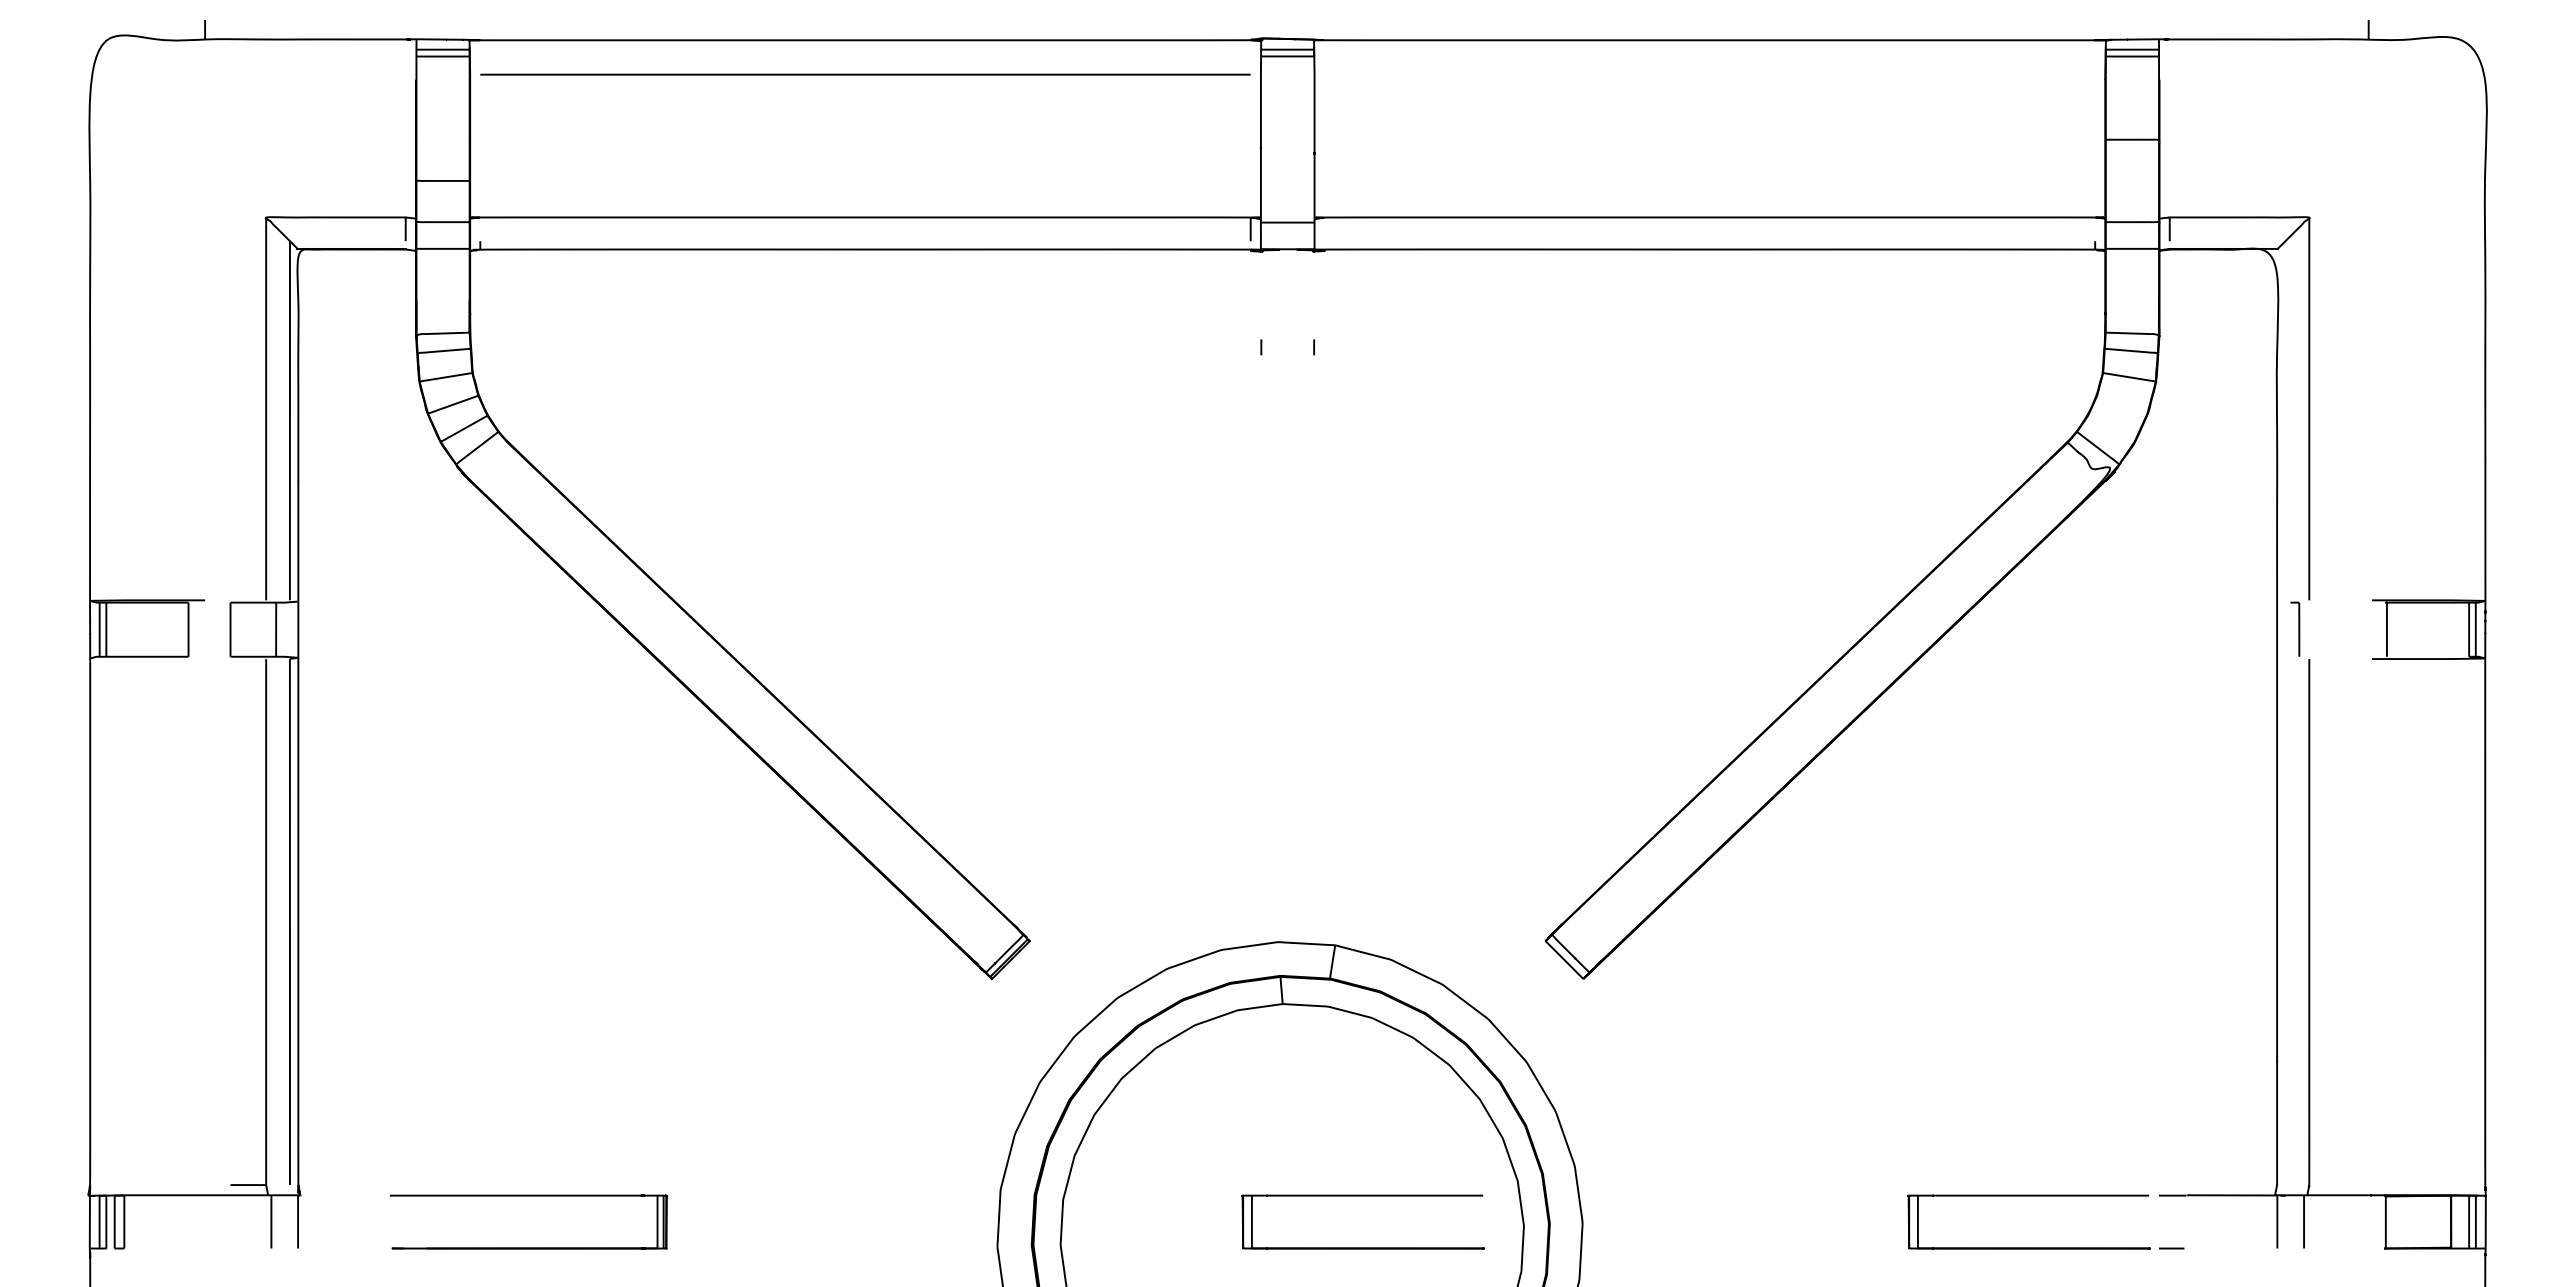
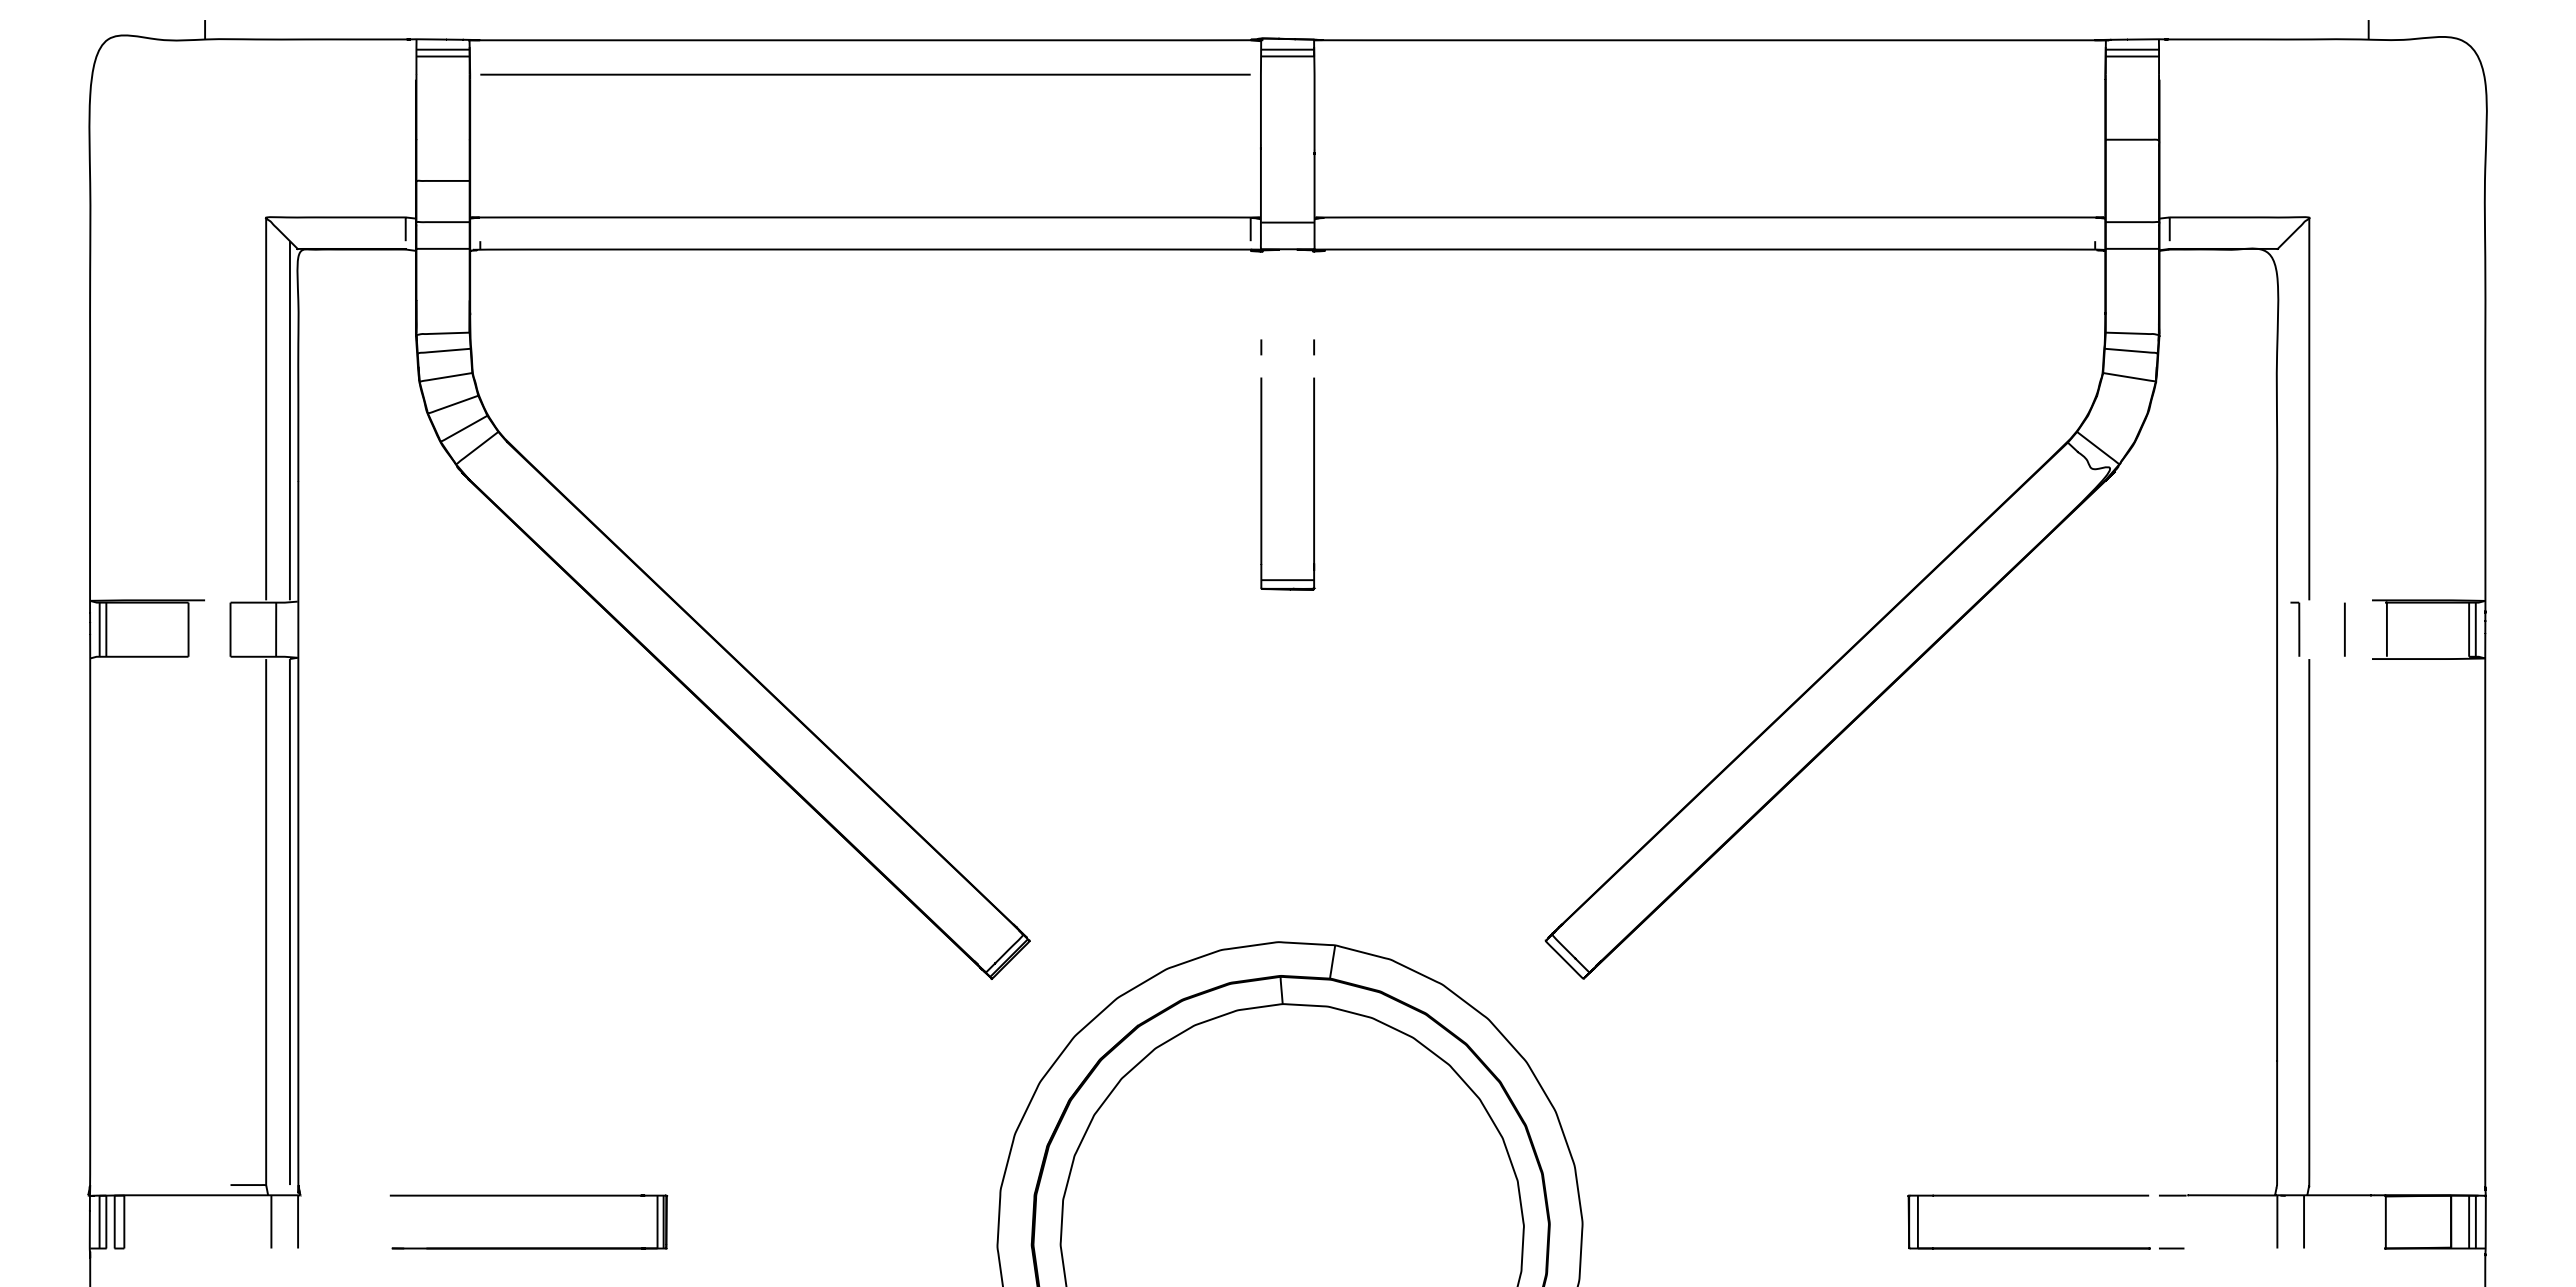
part at (1262, 483): none -> present
line at (2344, 629): none -> present
part at (1362, 1196): present -> none
